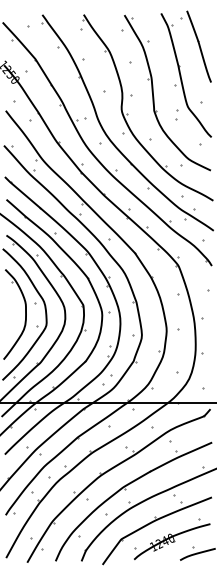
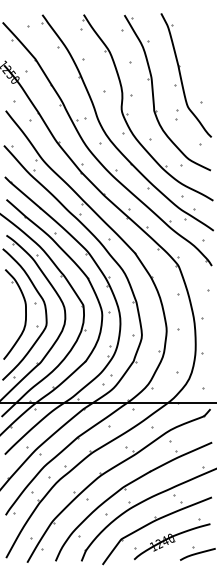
part at (195, 46): present -> none
